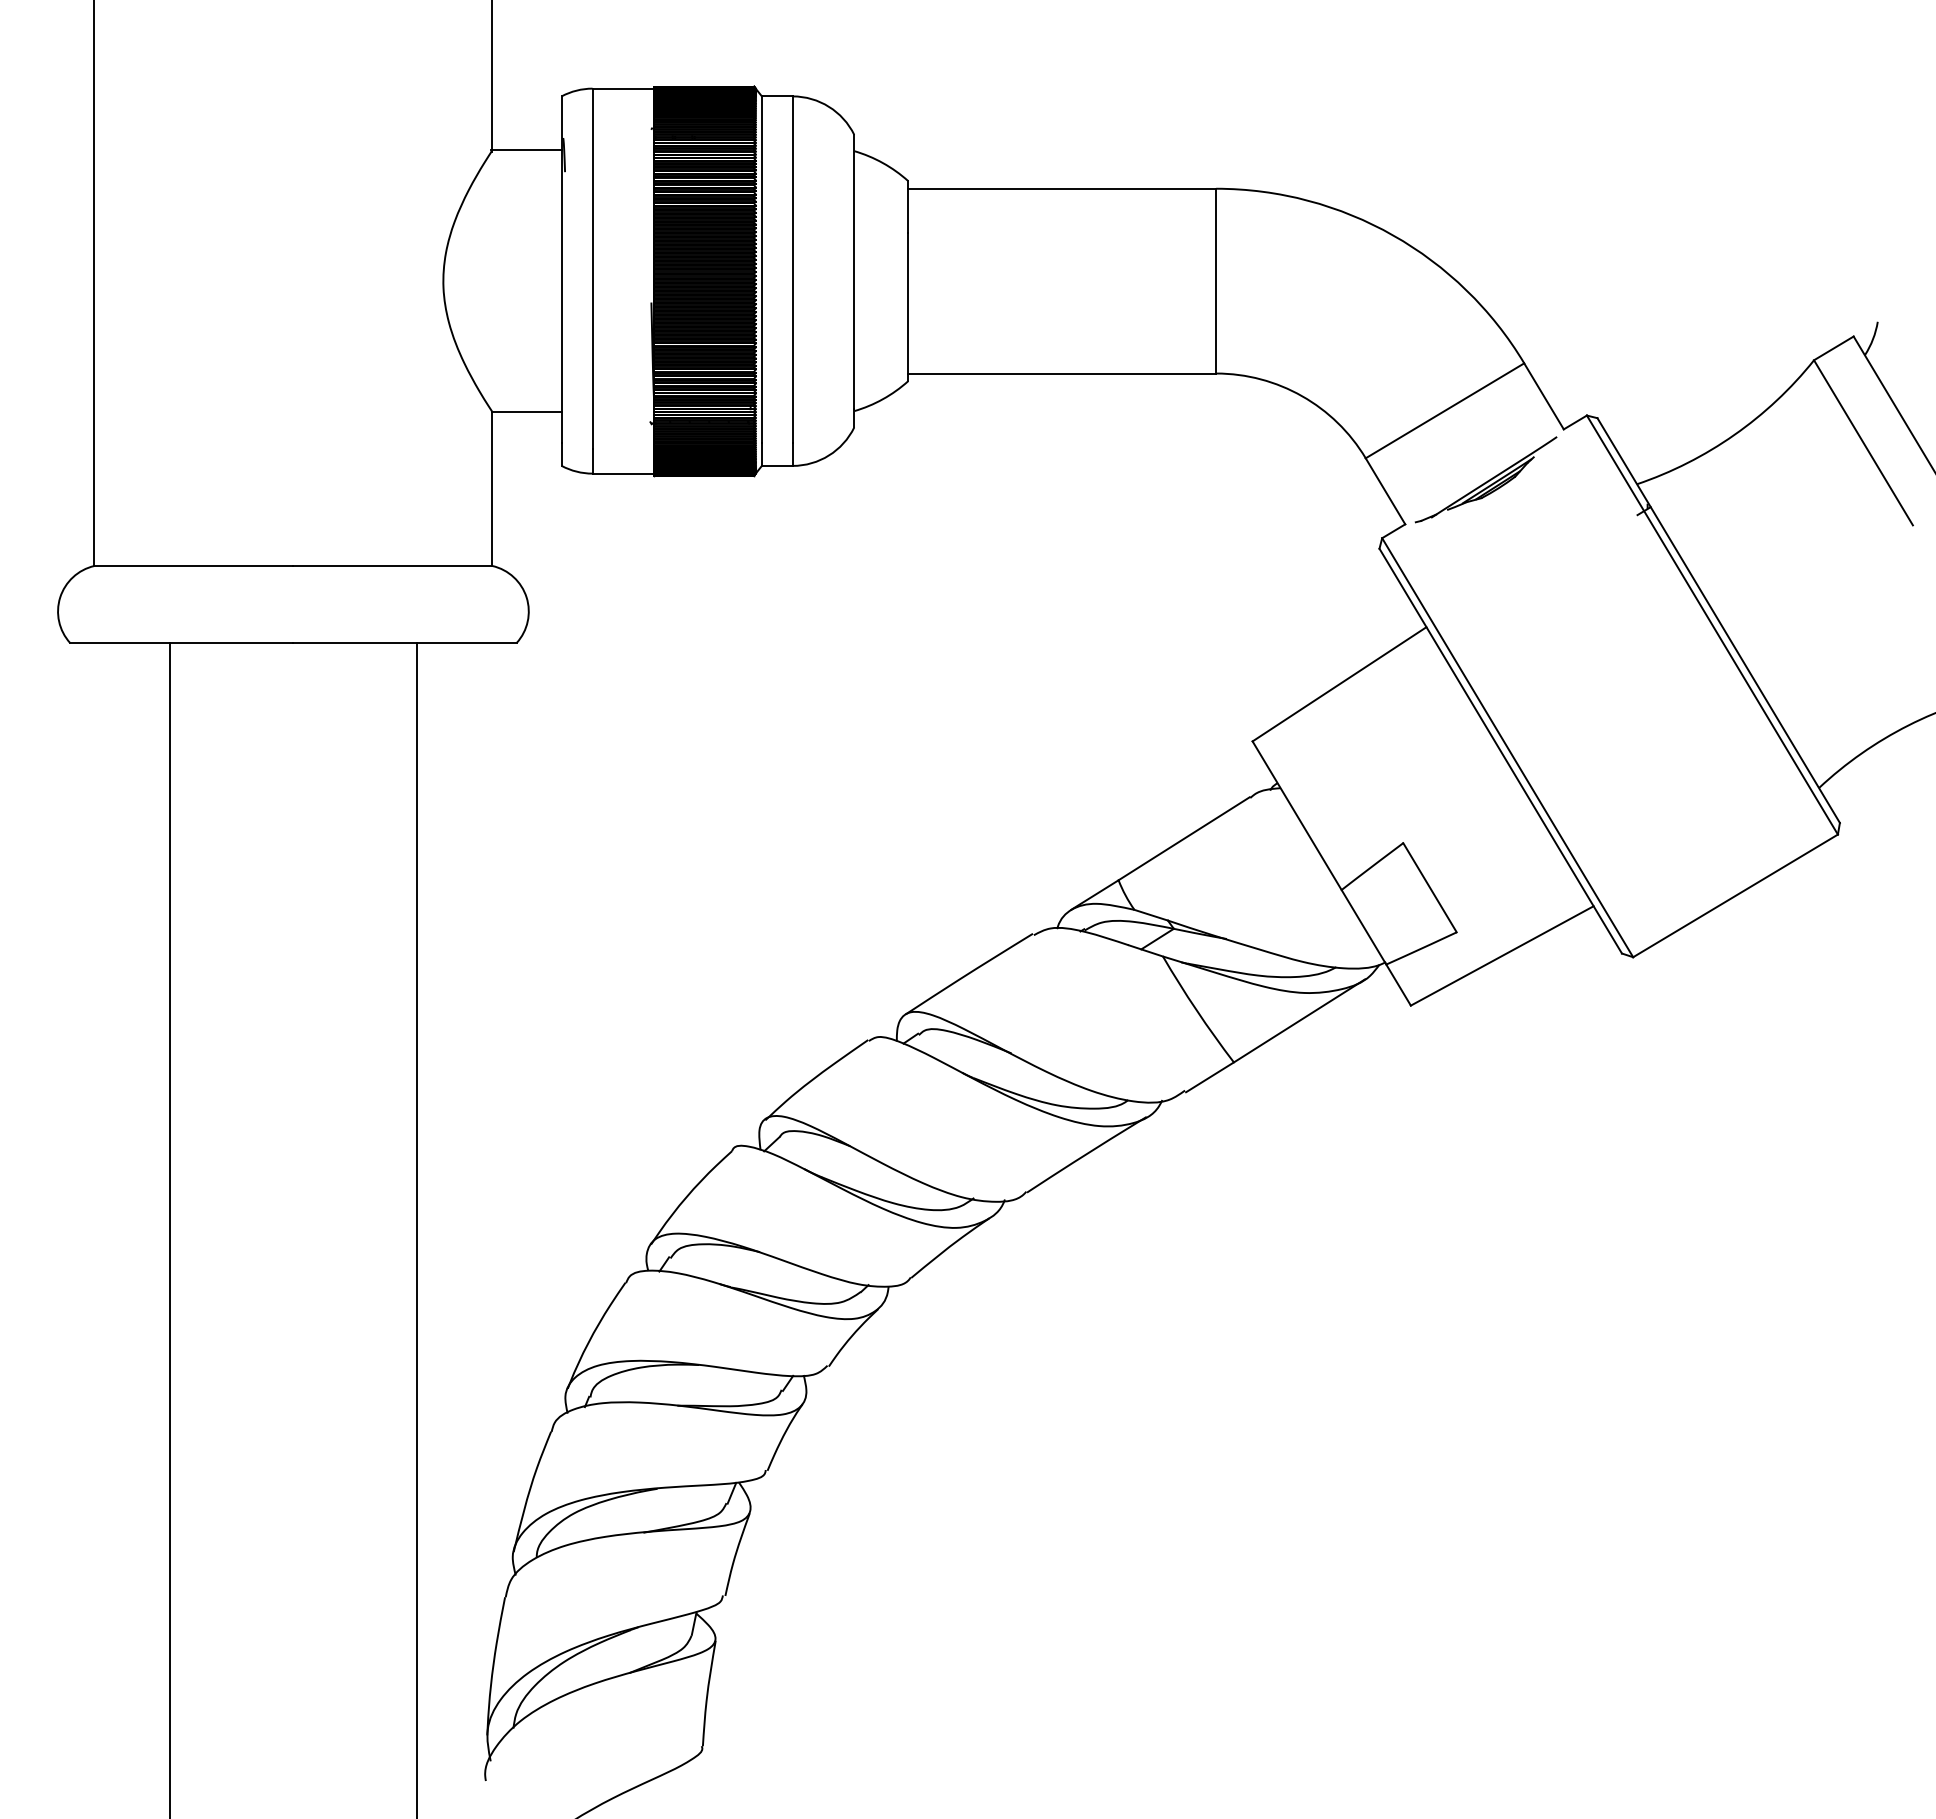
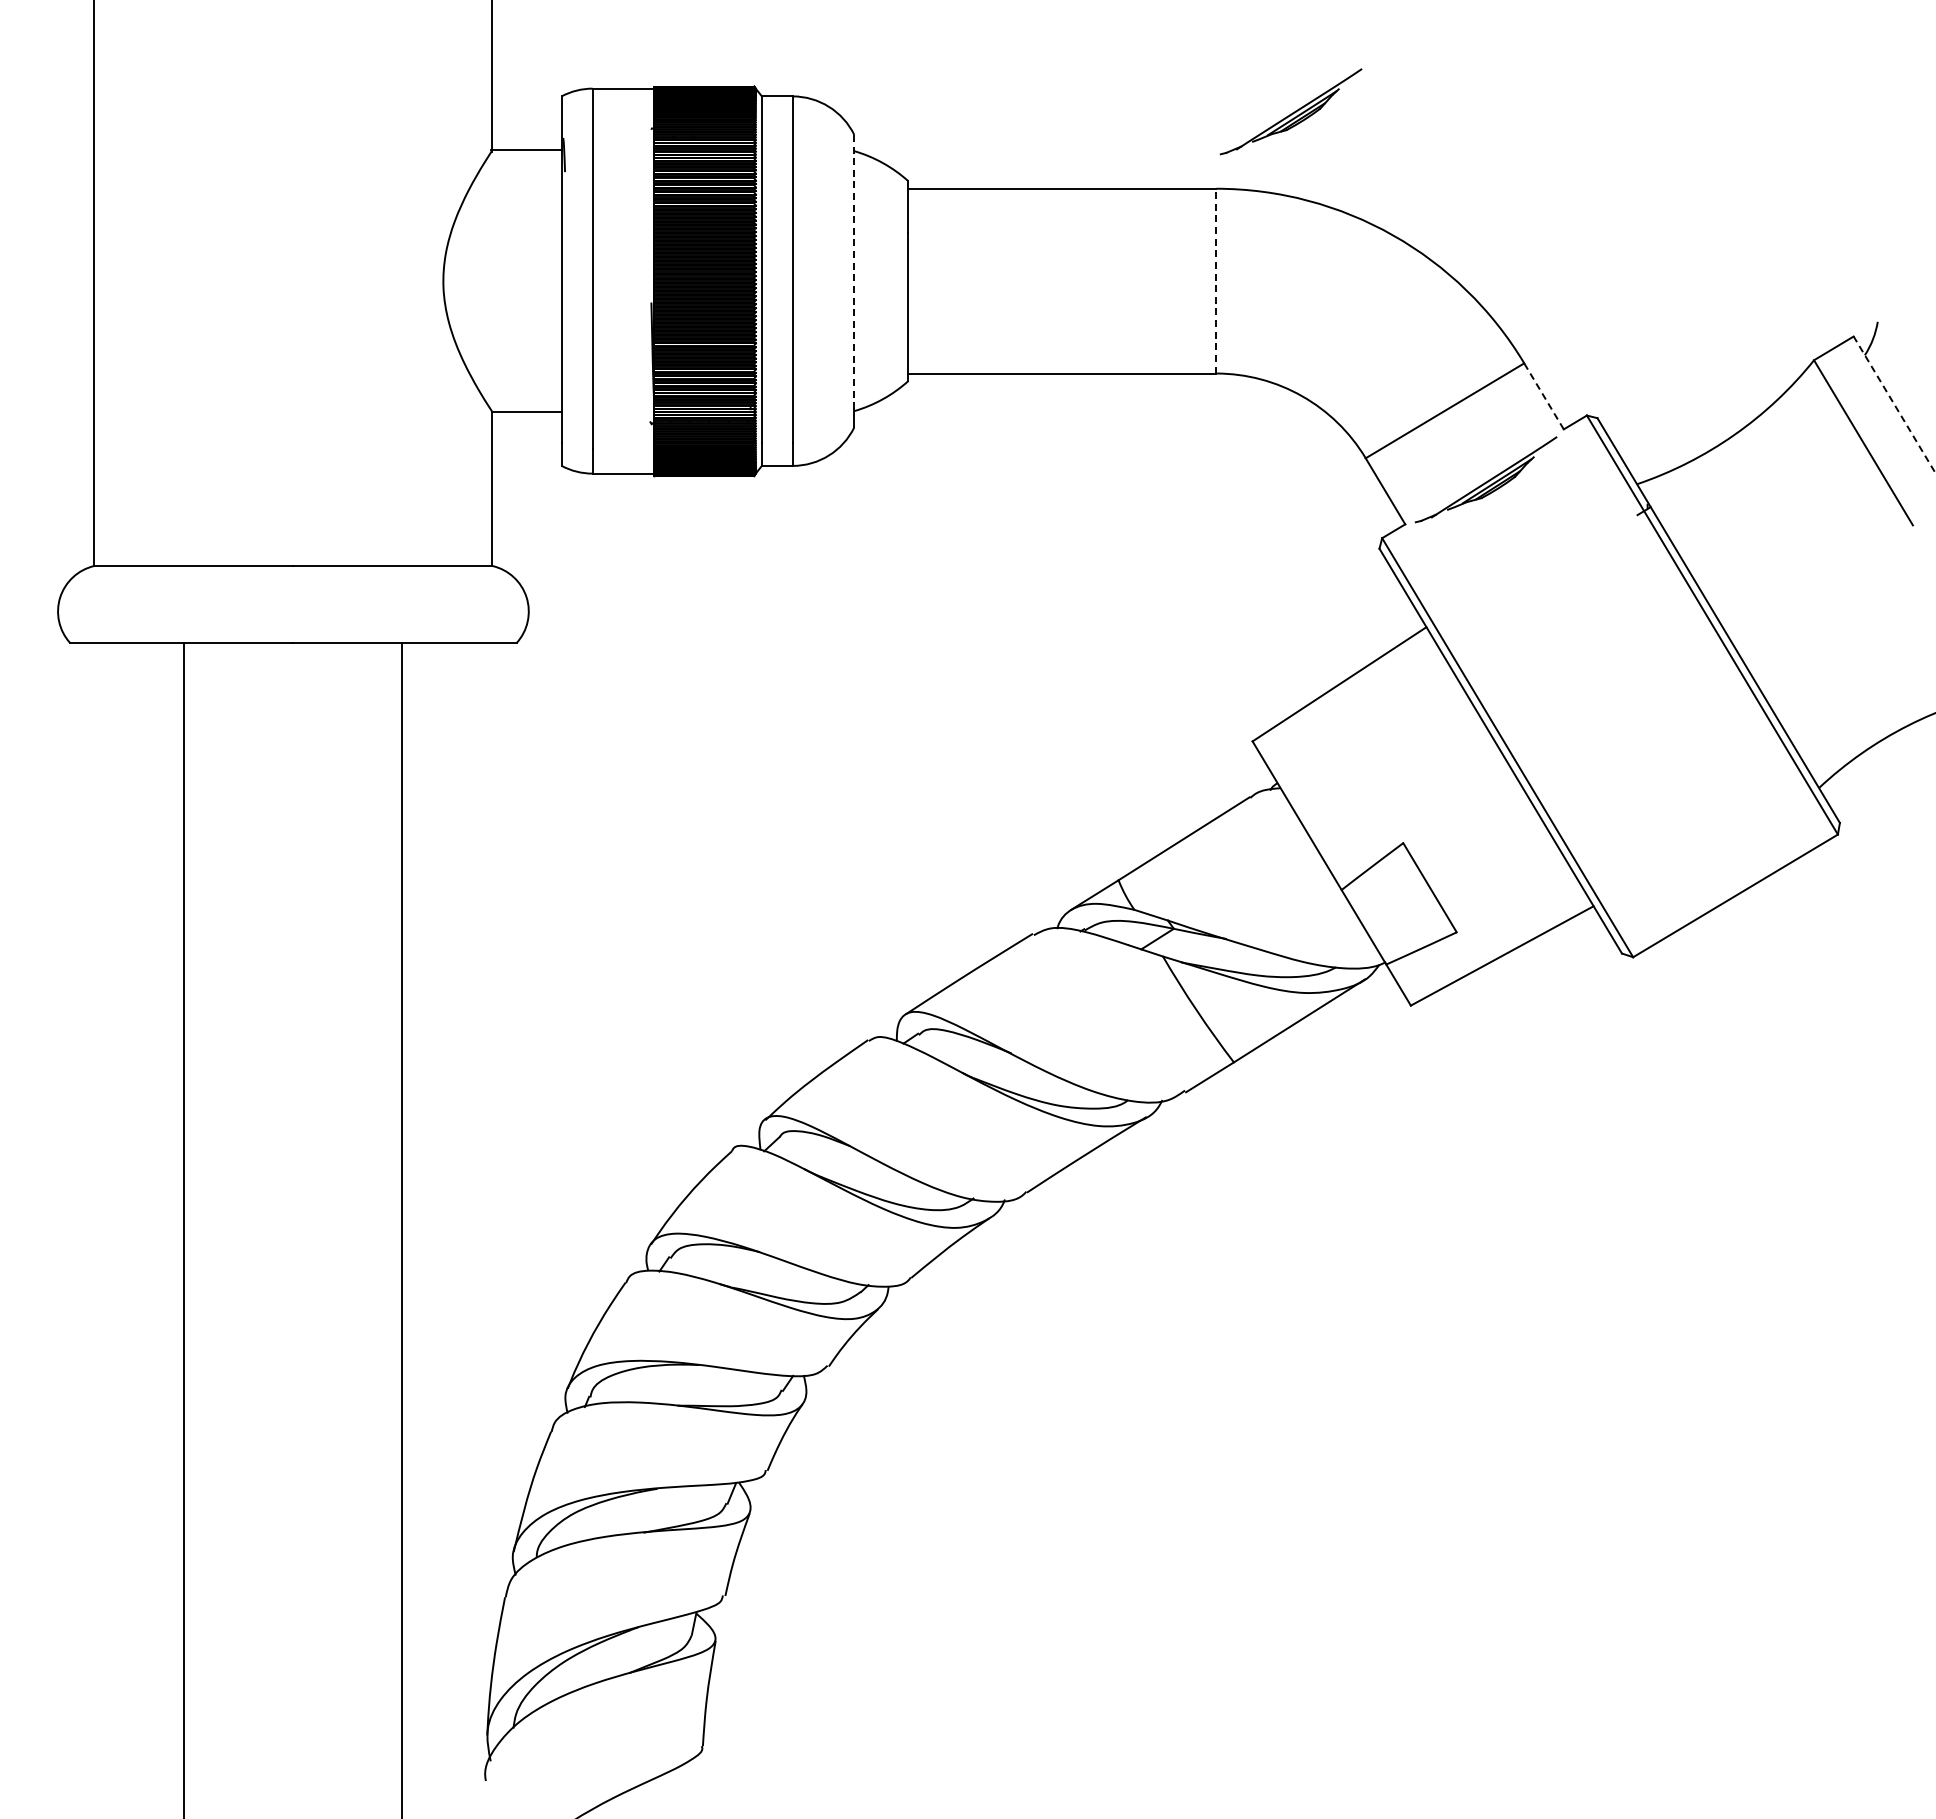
part at (1290, 111): none -> present
line at (854, 272): solid -> dashed
line at (1216, 280): solid -> dashed
line at (1543, 395): solid -> dashed
line at (1894, 404): solid -> dashed
line at (170, 1229) position: (170, 1229) -> (184, 1229)
line at (416, 1229) position: (416, 1229) -> (401, 1229)
